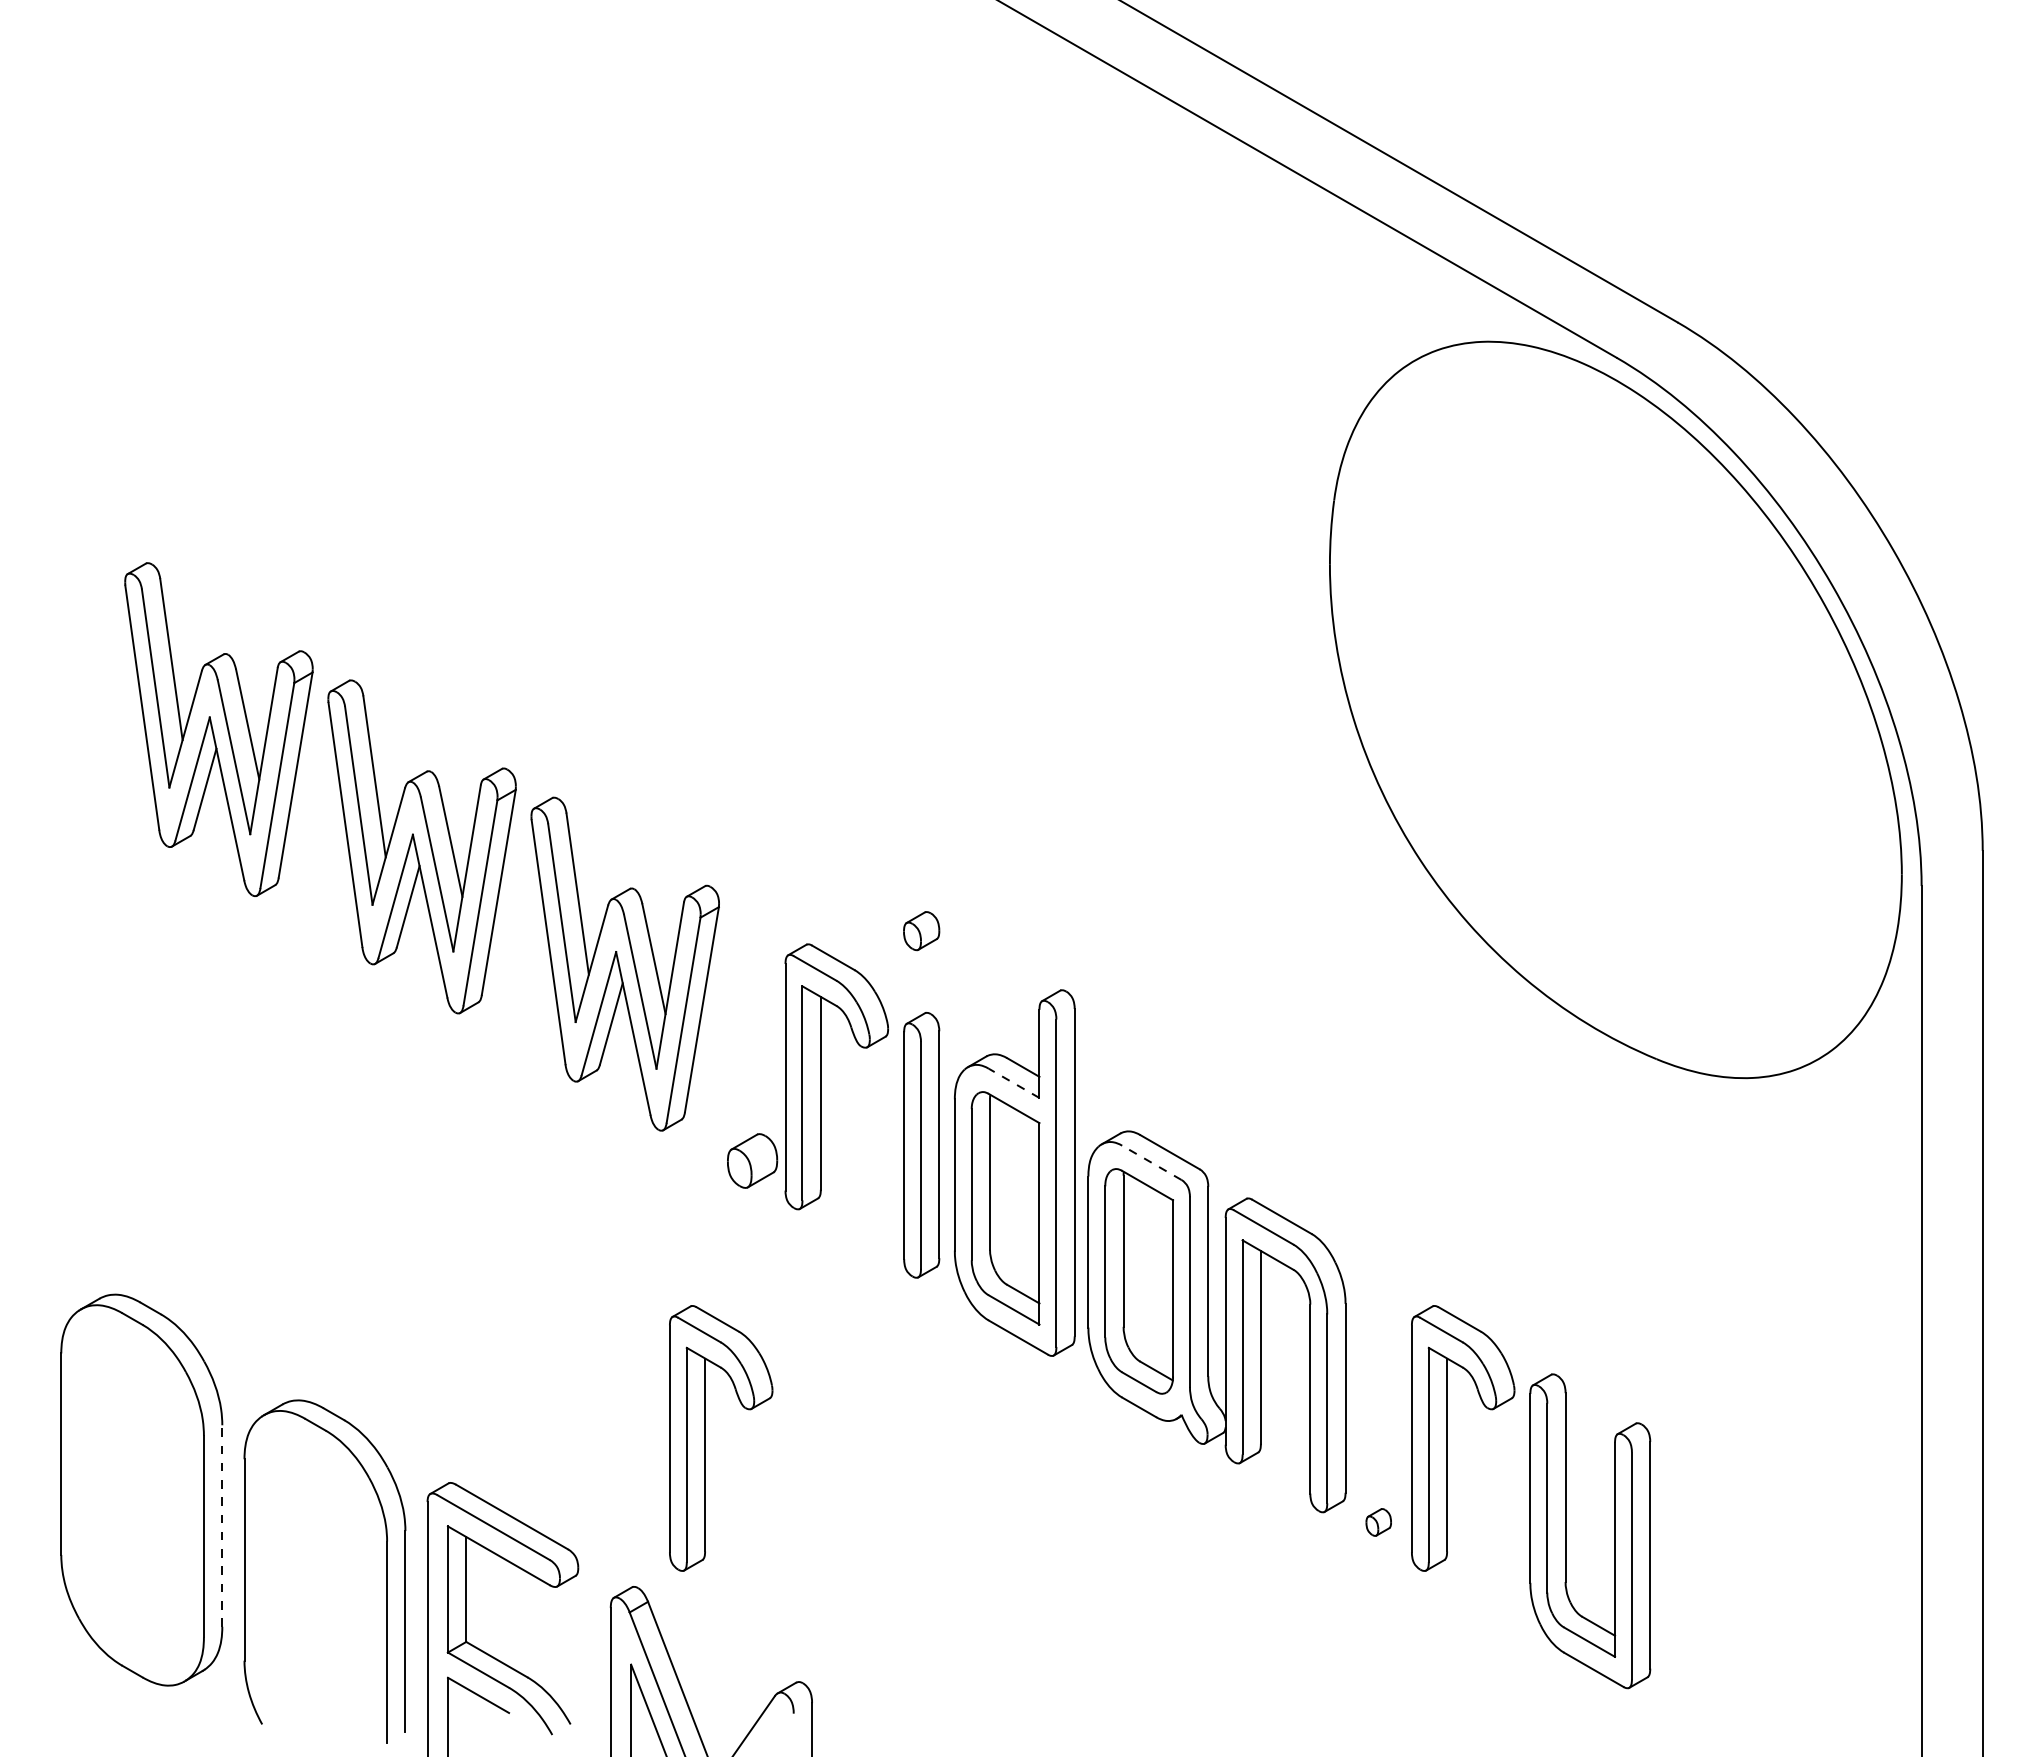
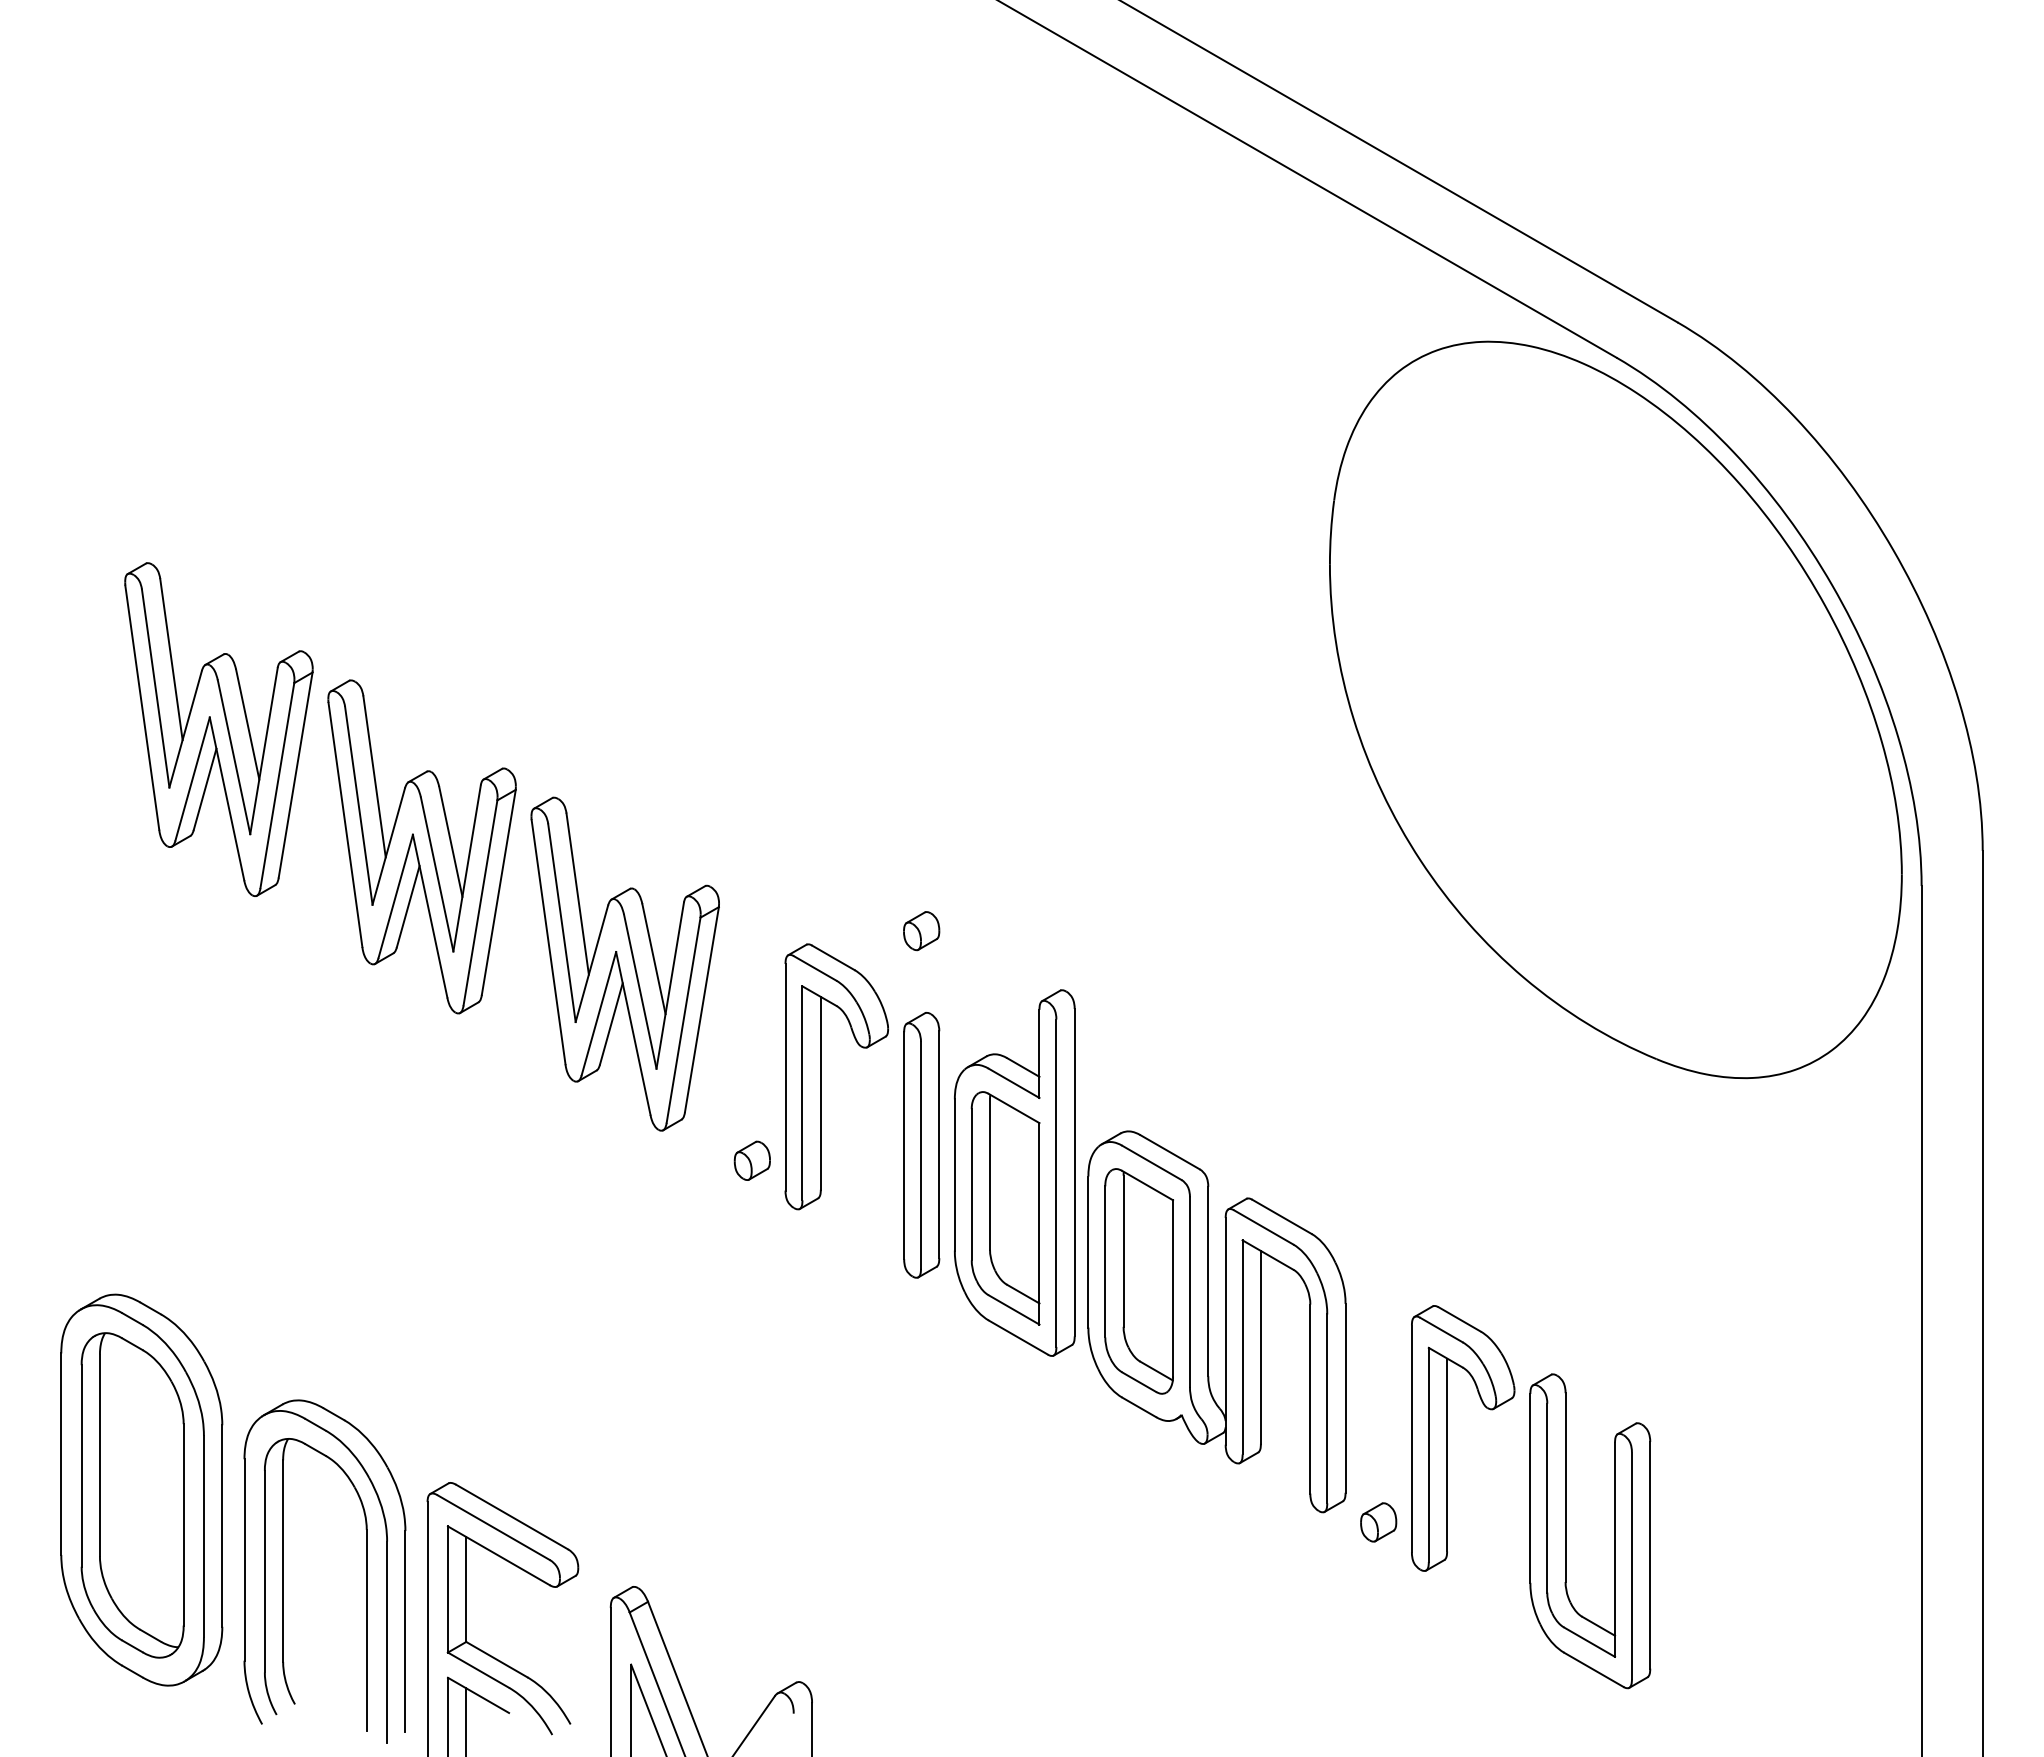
line at (1013, 1083): dashed -> solid
part at (752, 1160) size: 52x56 px -> 38x41 px
line at (1151, 1162): dashed -> solid
part at (705, 1438): present -> none
part at (132, 1495): none -> present
part at (1378, 1522) size: 27x29 px -> 38x41 px
line at (222, 1526): dashed -> solid
part at (283, 1584): none -> present
line at (466, 1720): none -> present
